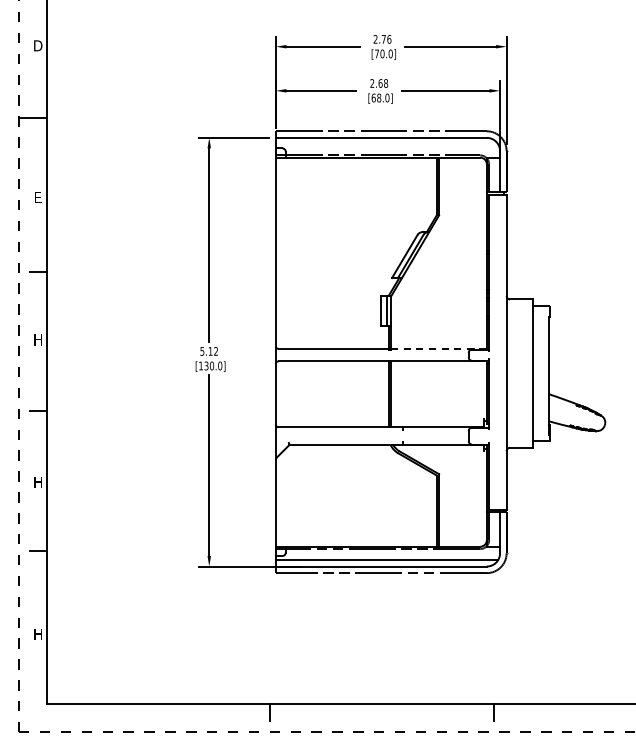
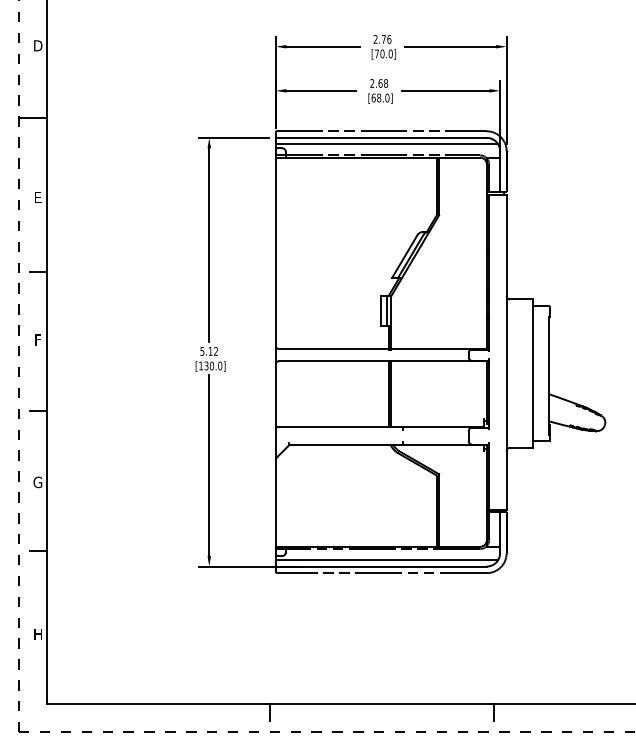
line at (386, 144): none -> present
text at (37, 339): H -> F
line at (439, 348): dashed -> solid
text at (37, 482): H -> G
